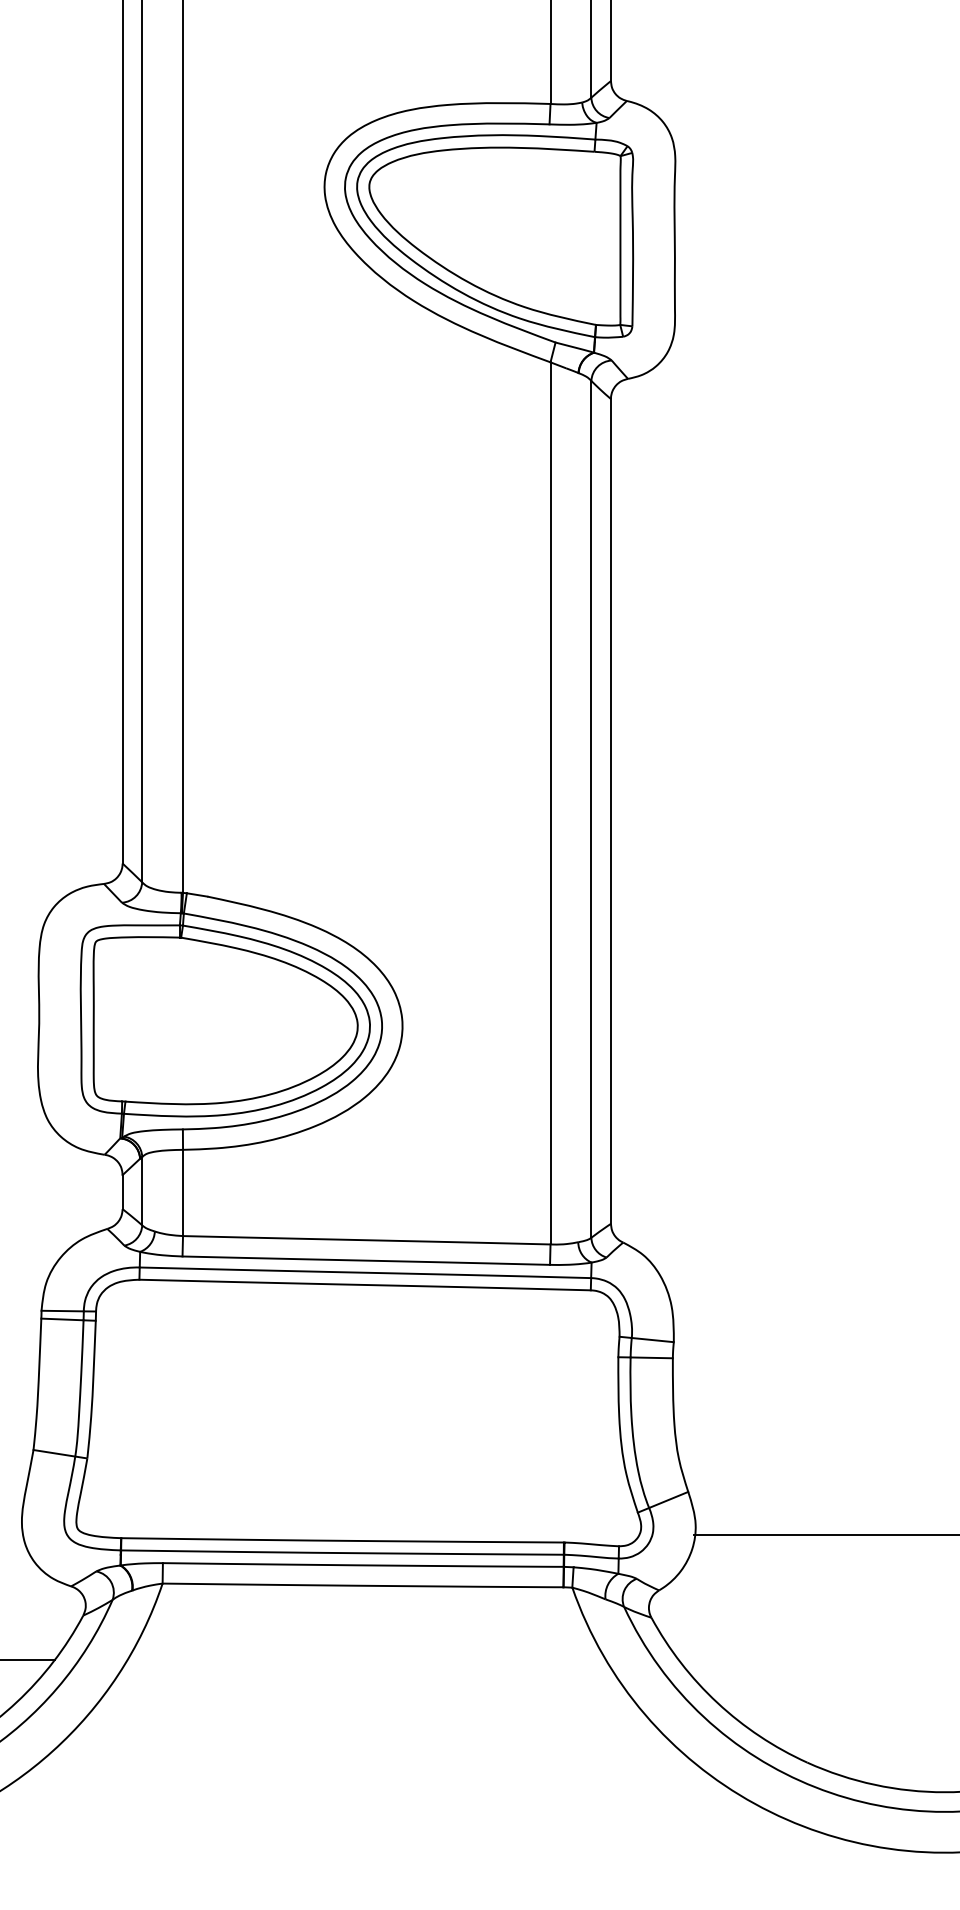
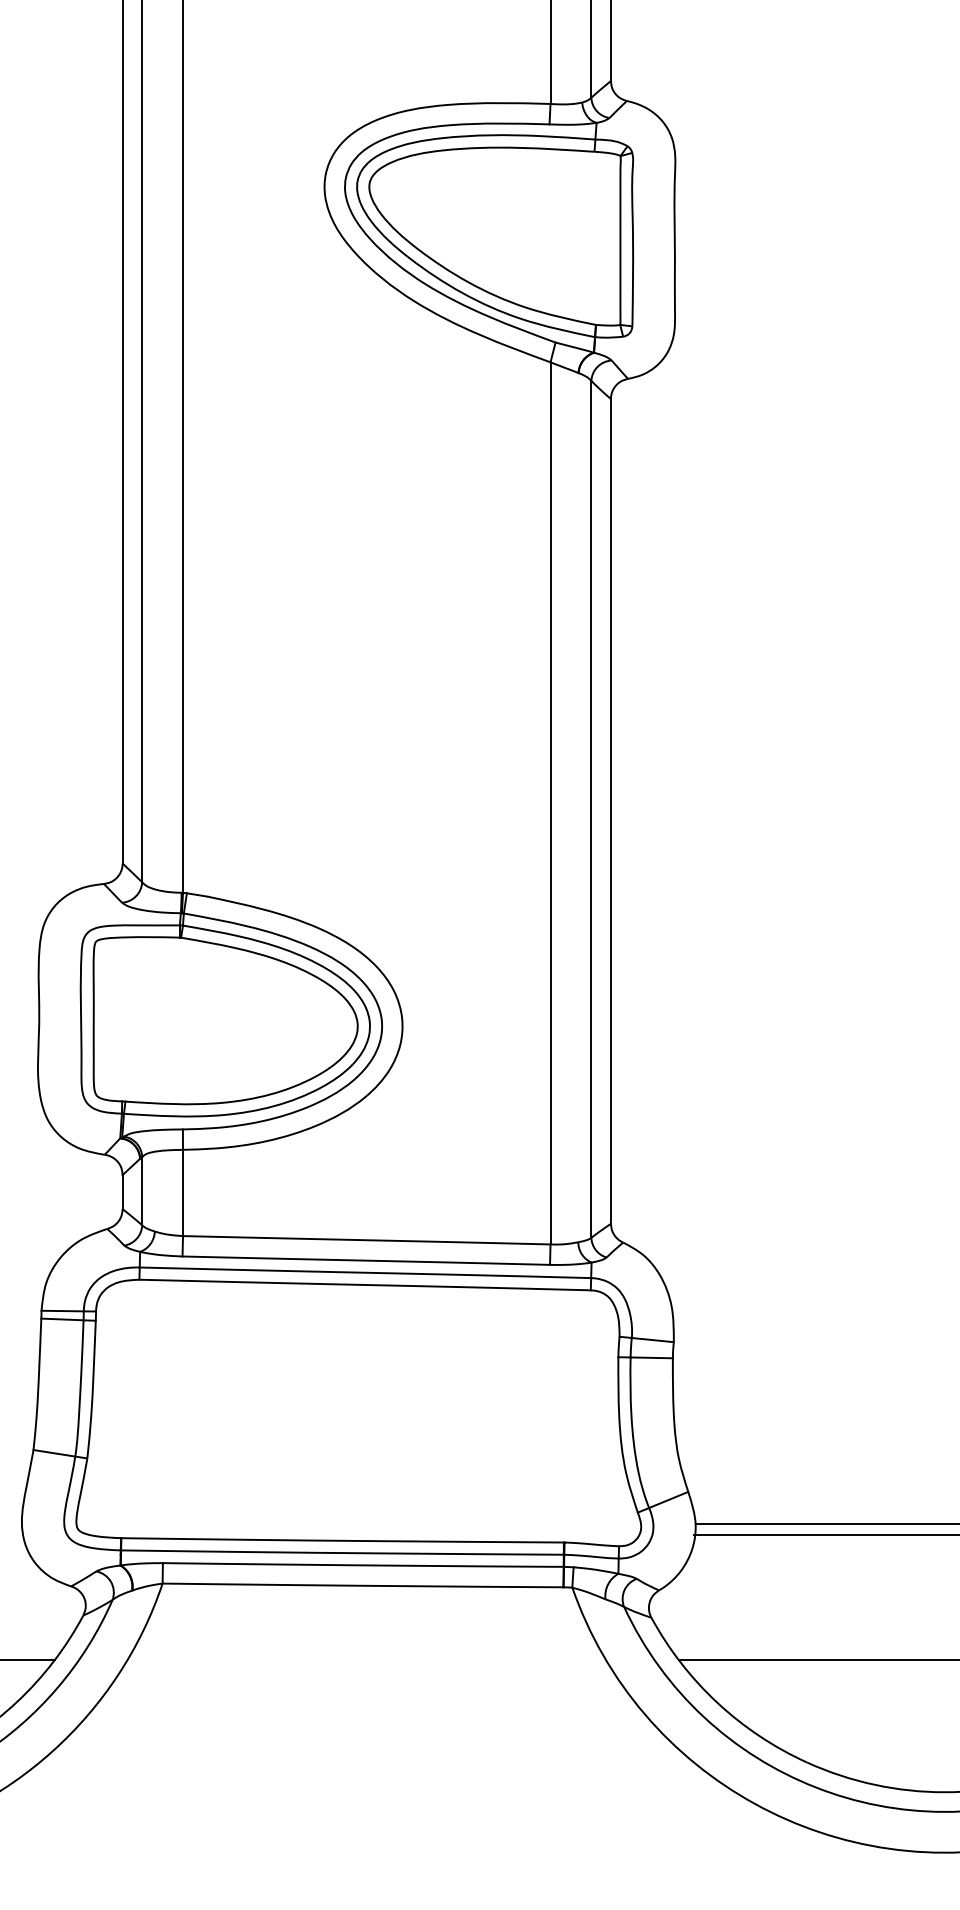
line at (825, 1524): none -> present
line at (817, 1659): none -> present
